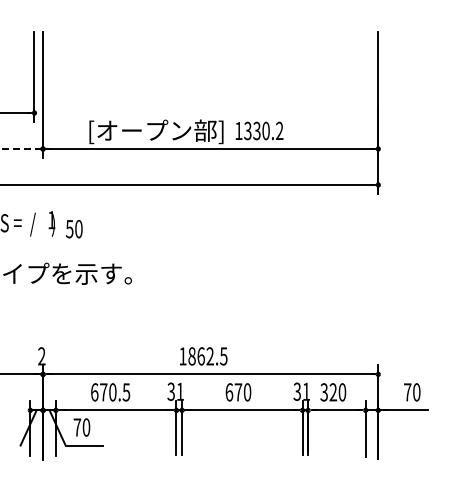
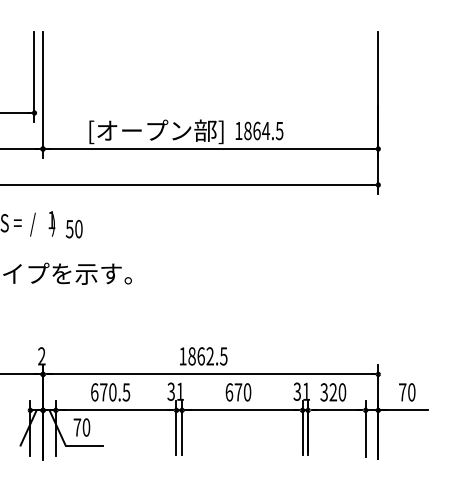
text at (263, 130): 1330.2 -> 1864.5
line at (19, 149): dashed -> solid
text at (412, 392) position: (412, 392) -> (407, 392)
